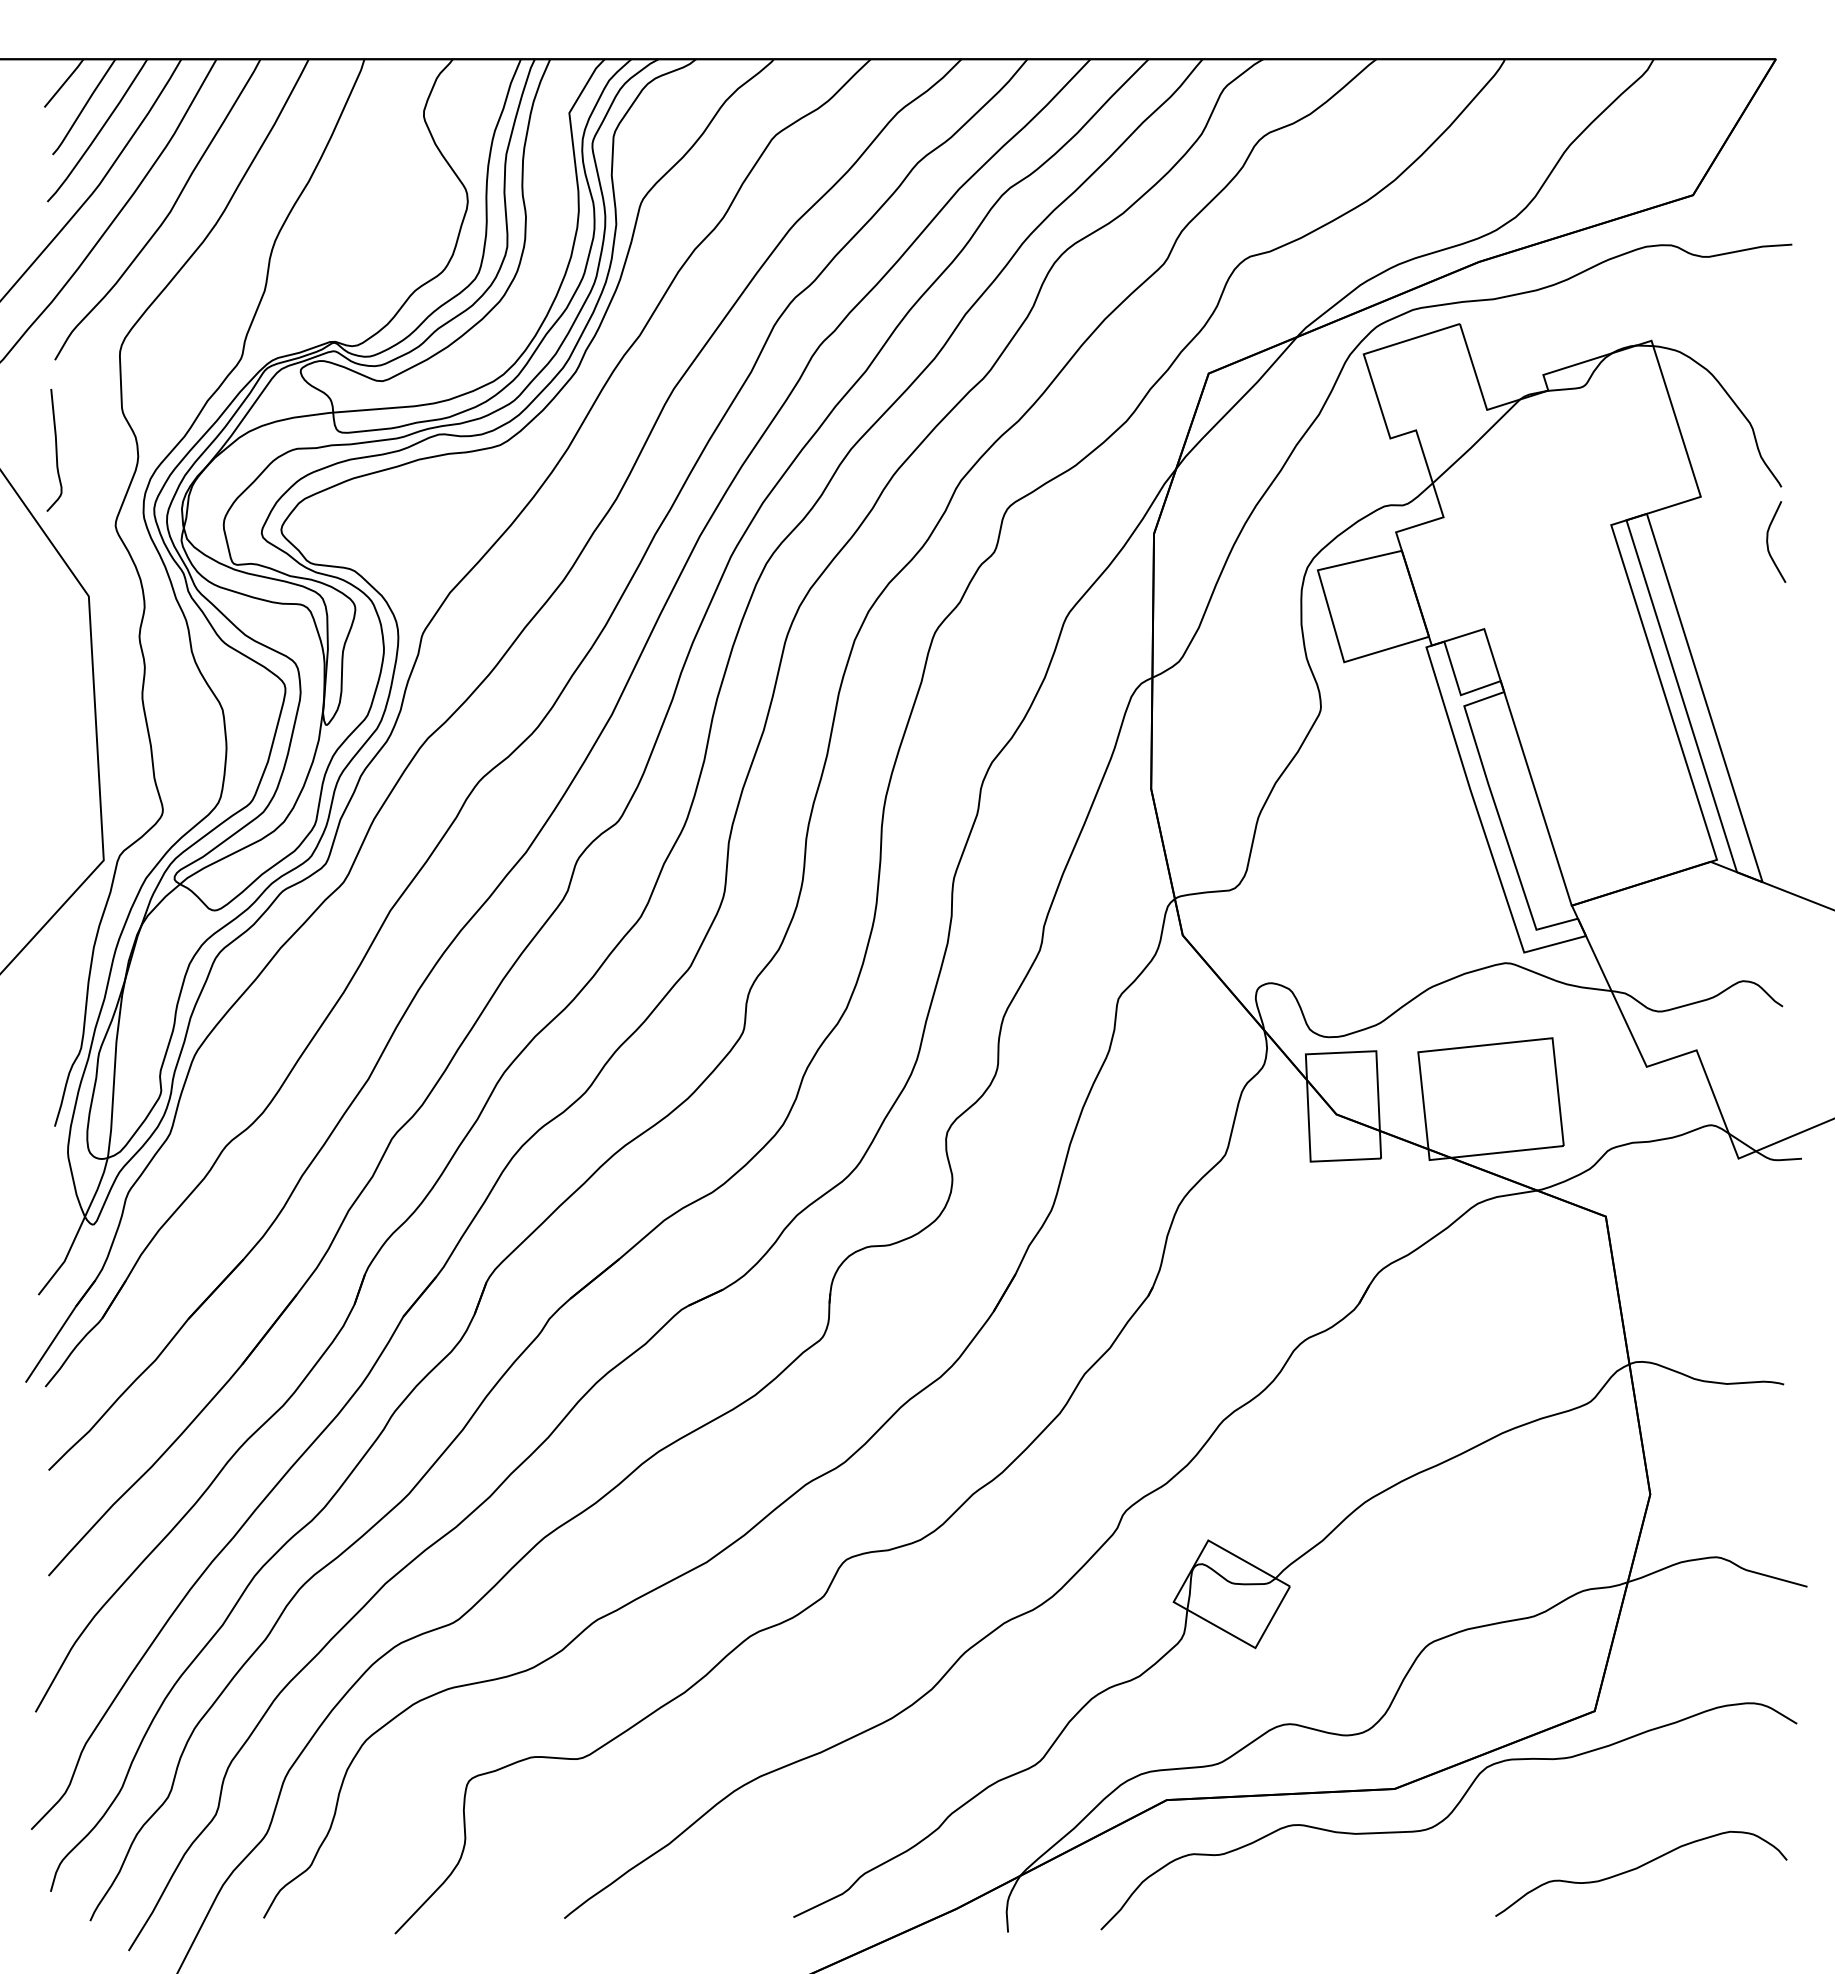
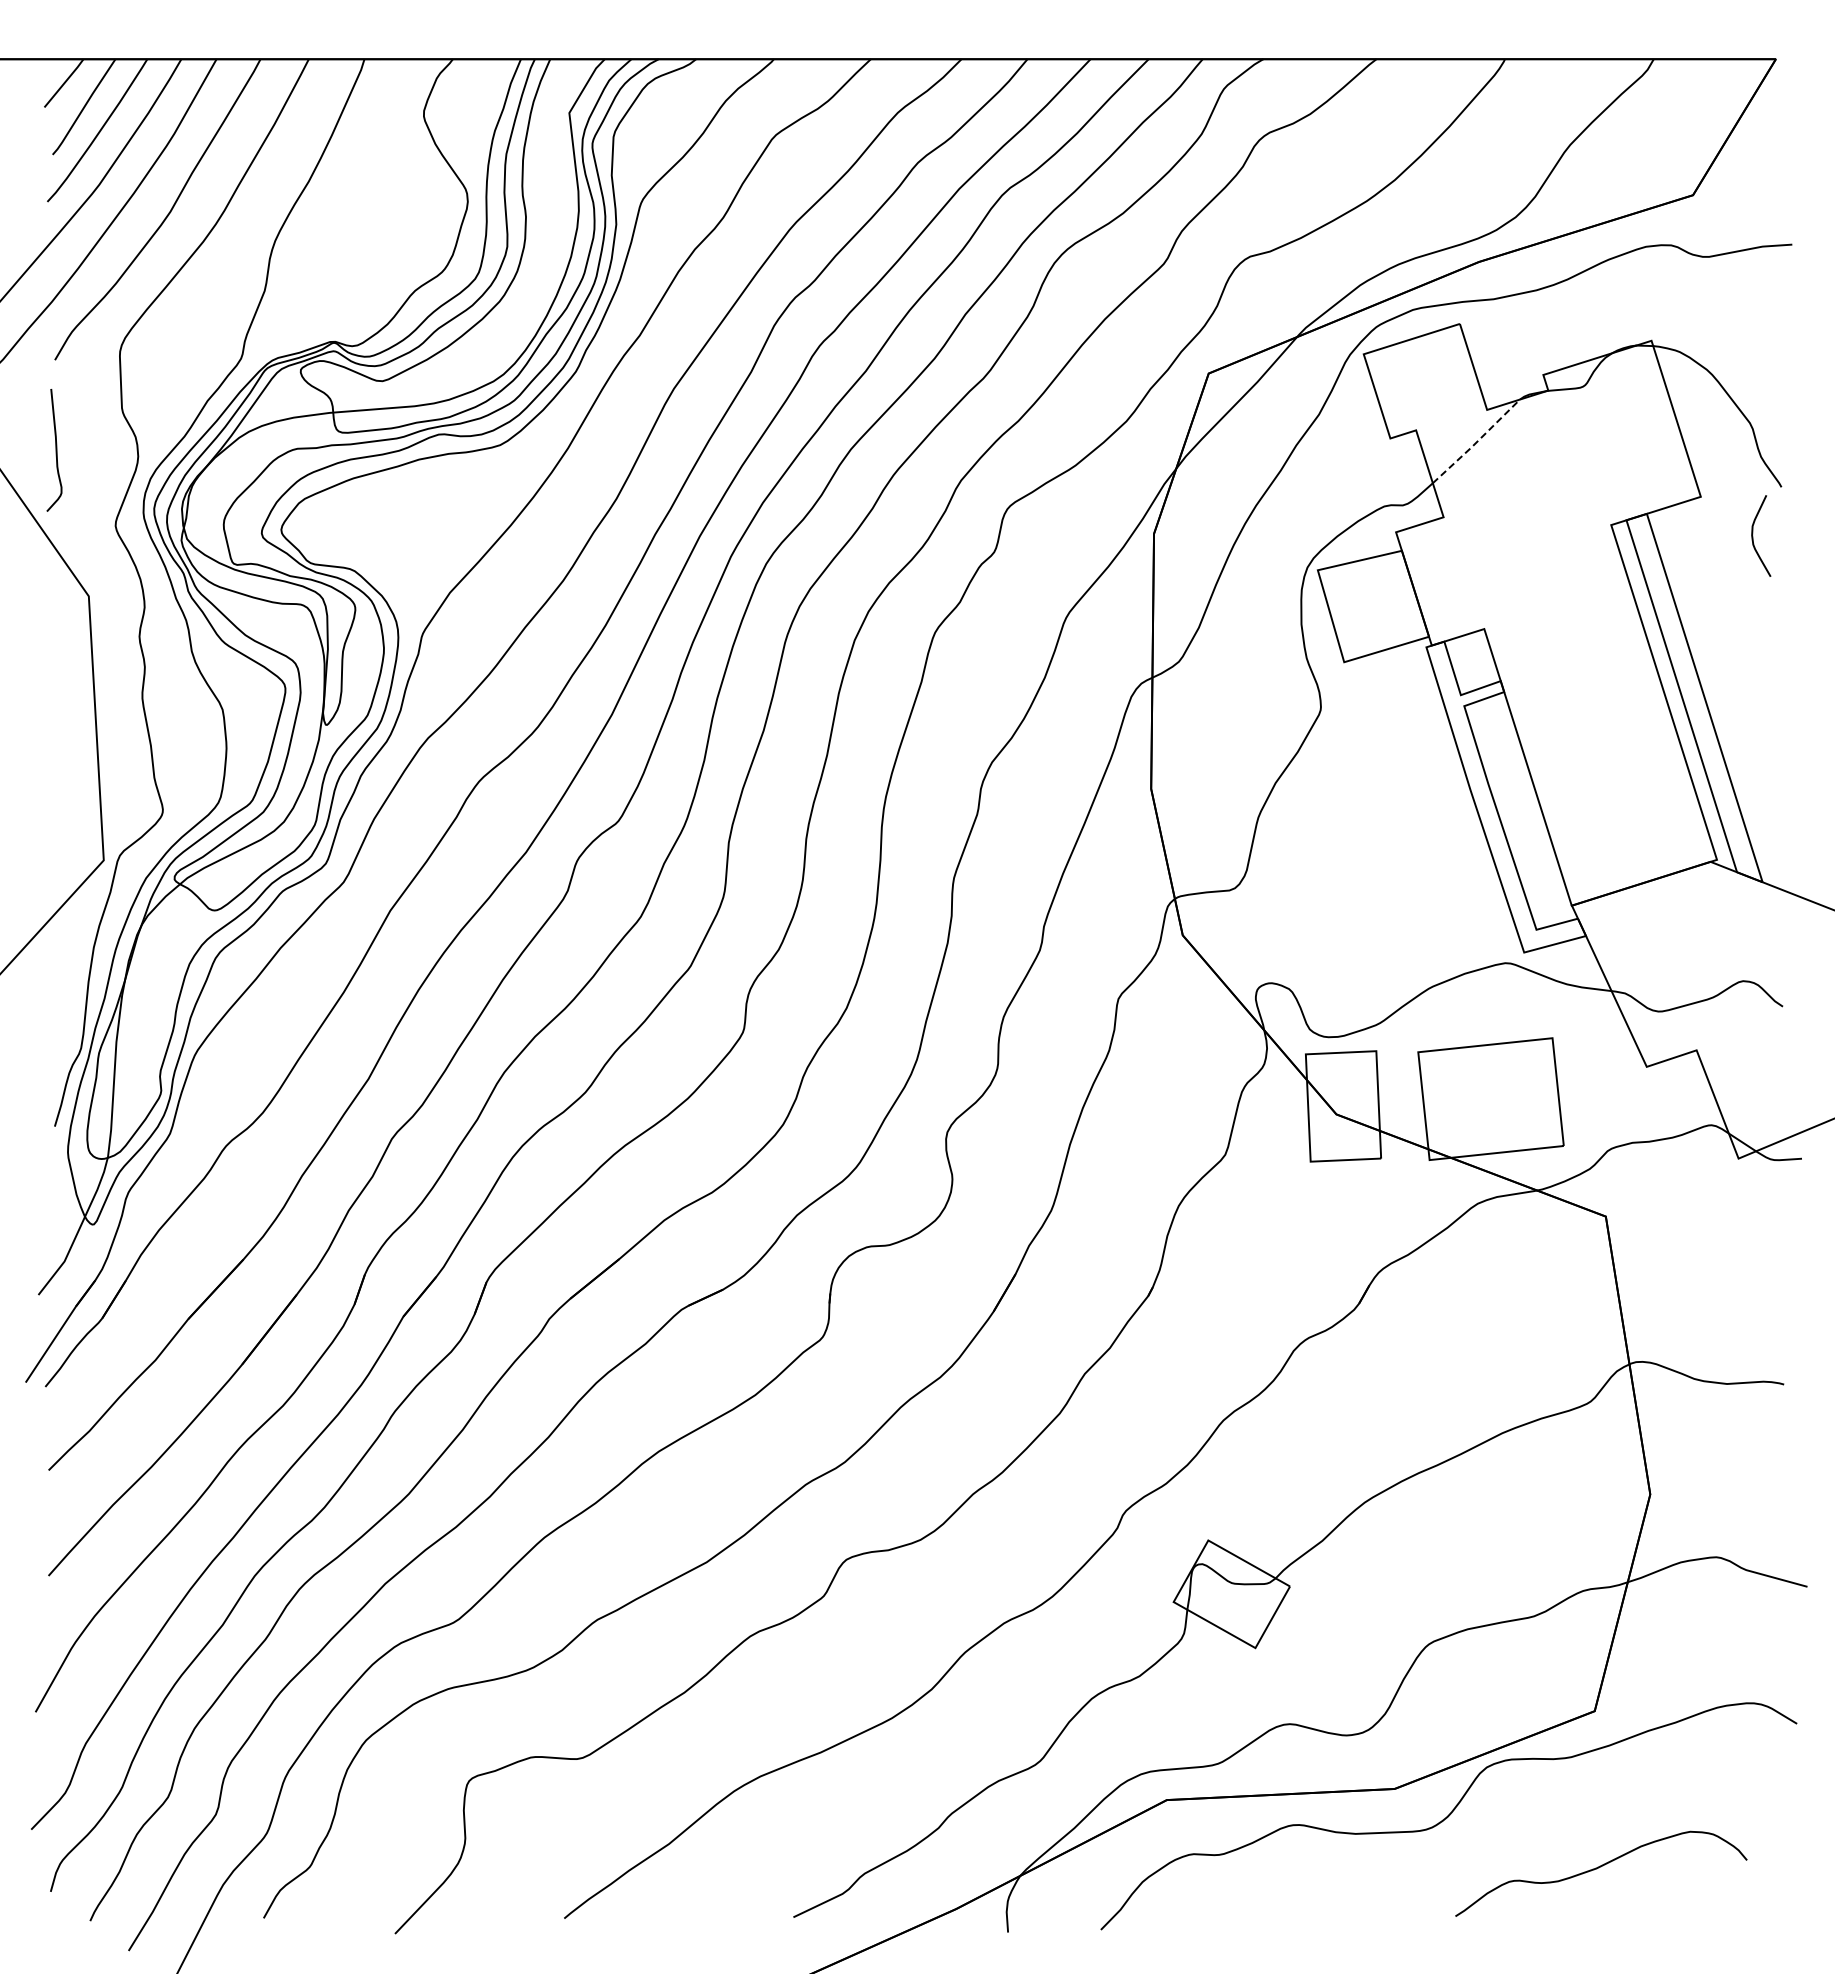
line at (1477, 441): solid -> dashed
curve at (1768, 540) position: (1768, 540) -> (1753, 534)
curve at (1638, 1868) position: (1638, 1868) -> (1598, 1868)
